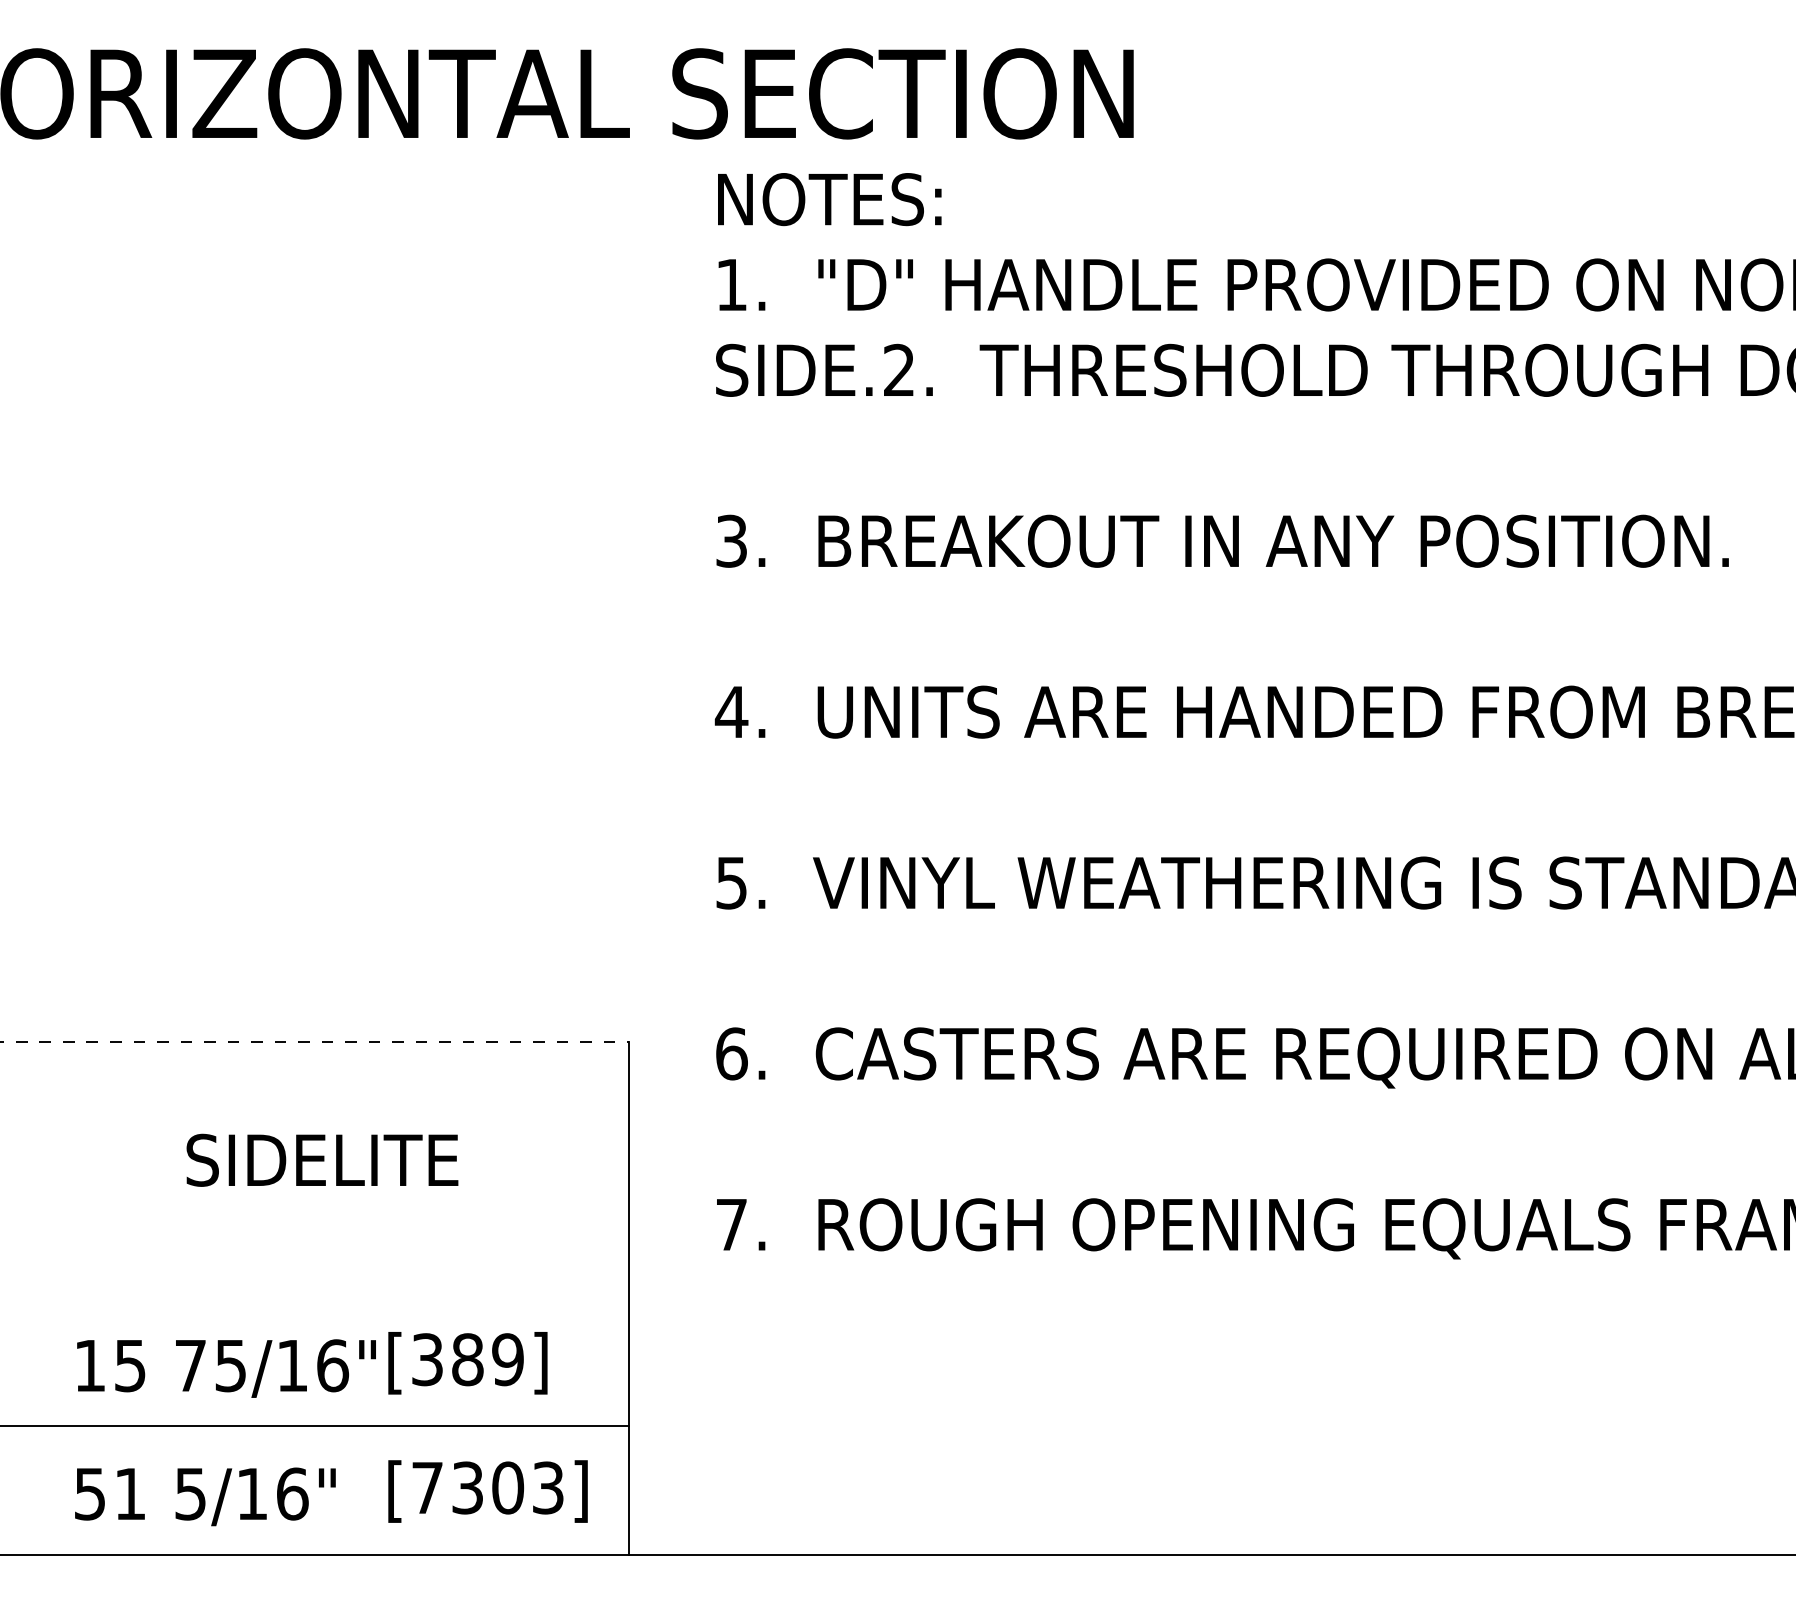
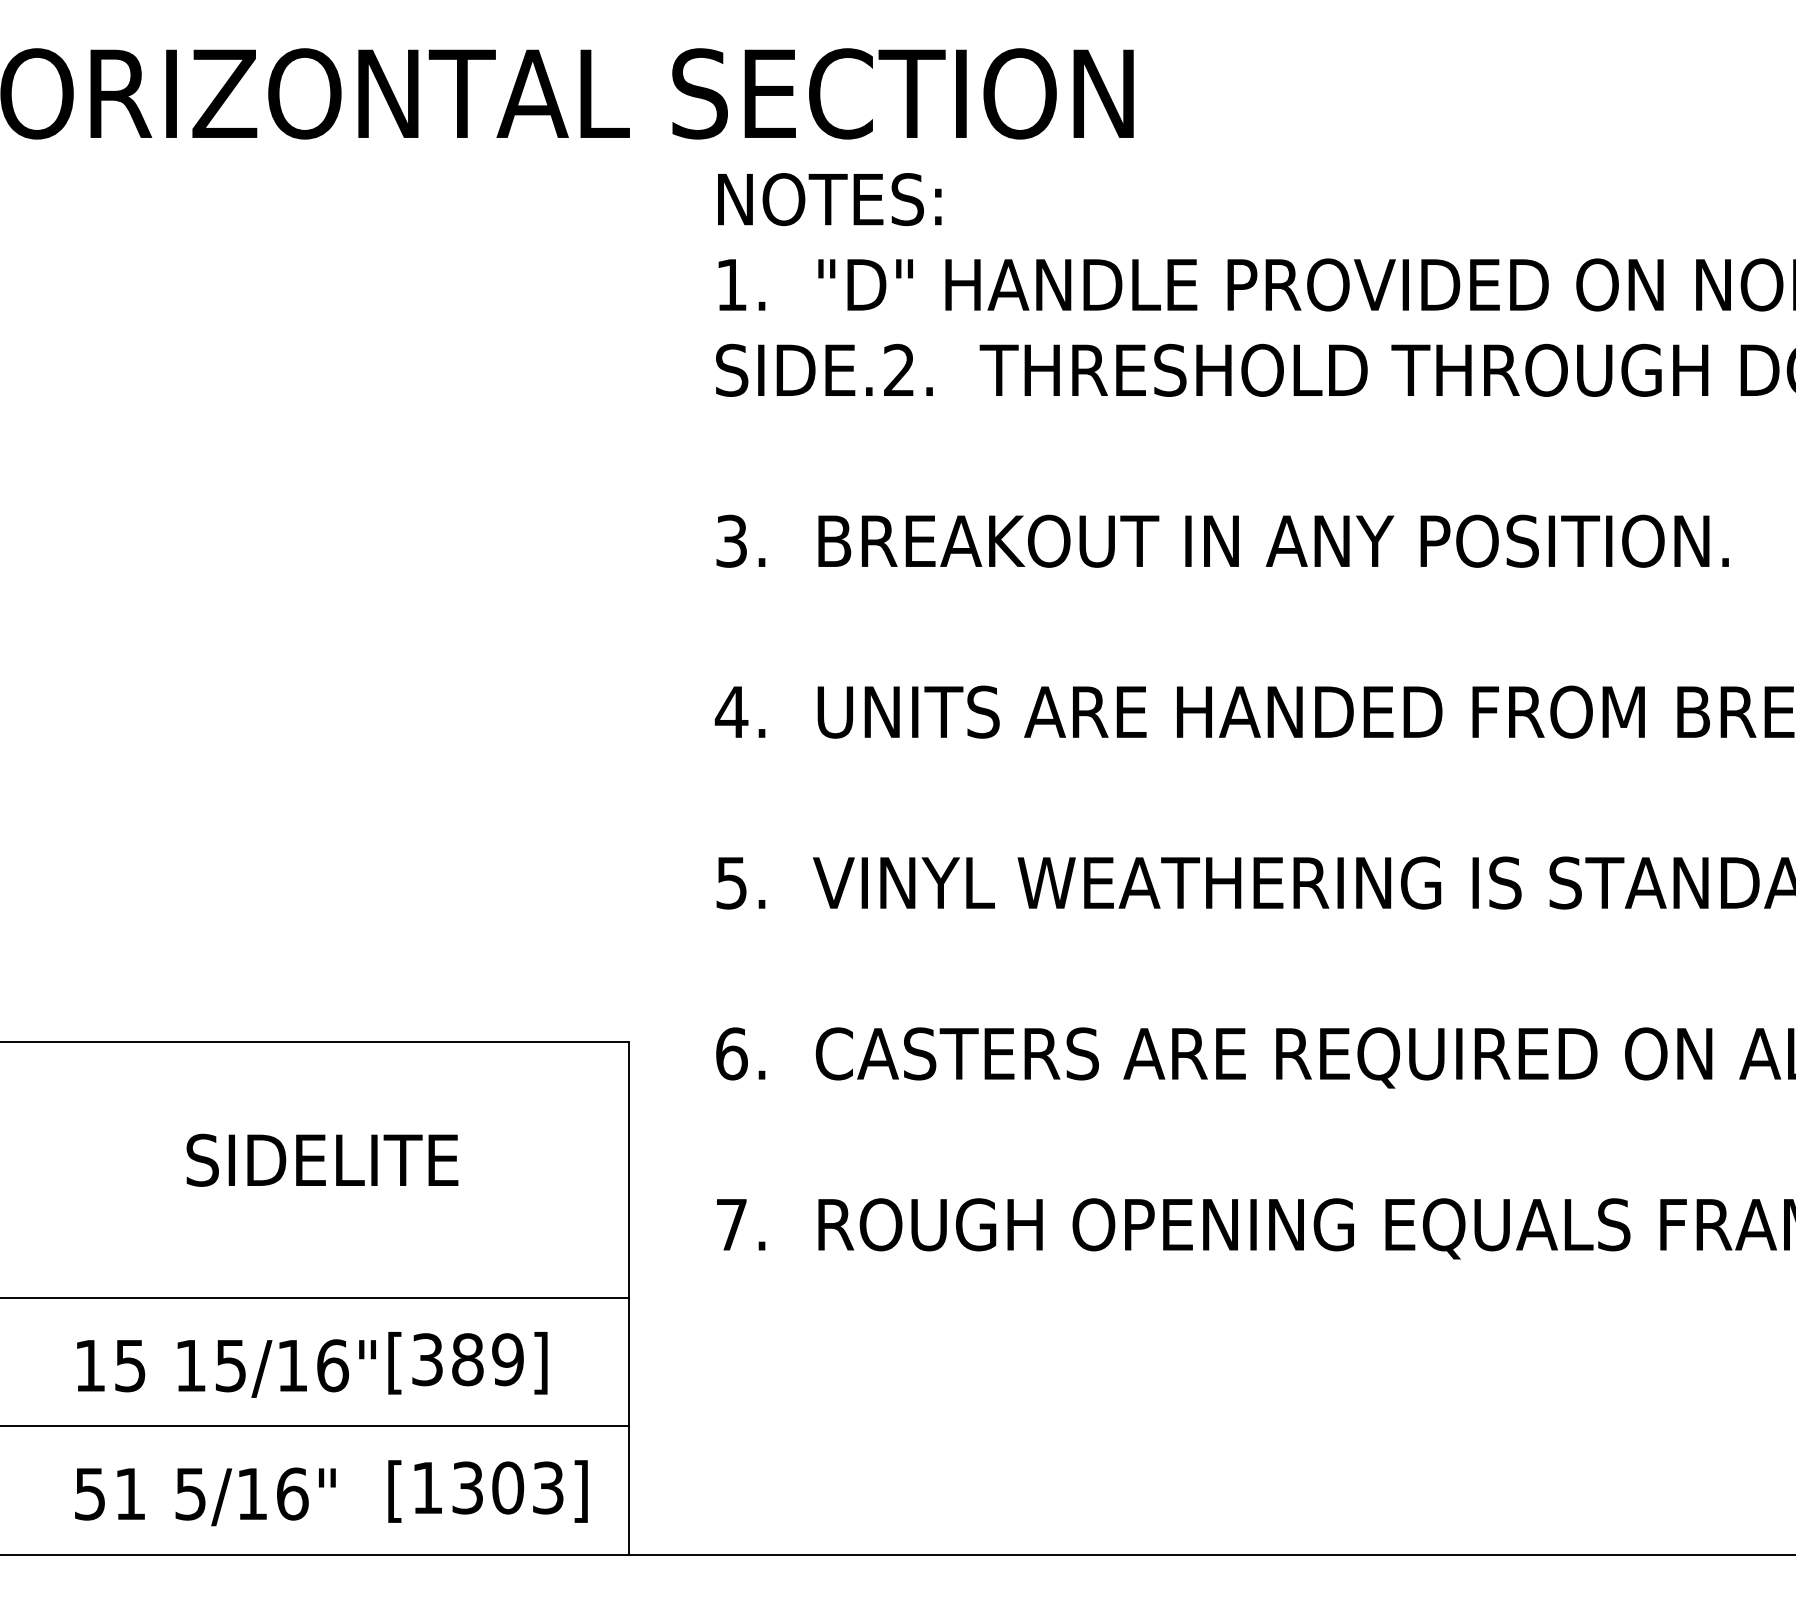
line at (314, 1041): dashed -> solid
line at (315, 1298): none -> present
text at (190, 1365): 75/16" -> 15/16"
text at (427, 1487): [7303] -> [1303]
